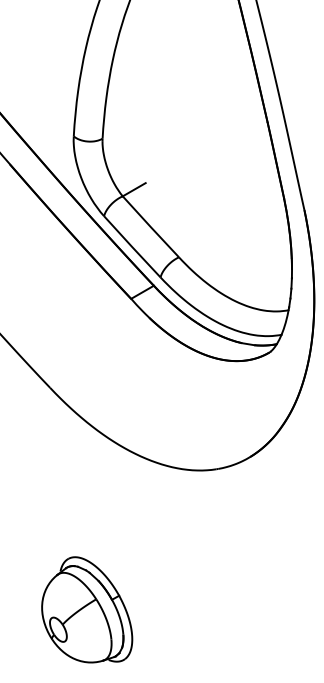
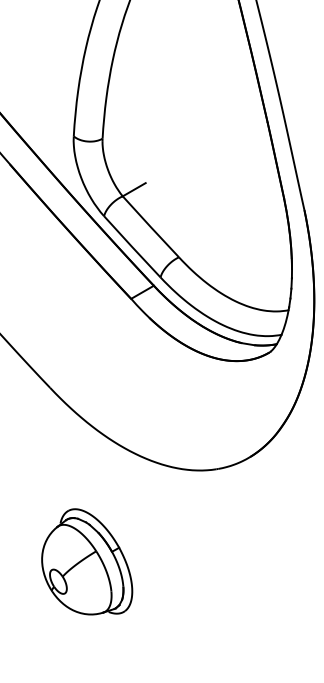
part at (87, 609) position: (87, 609) -> (87, 561)
